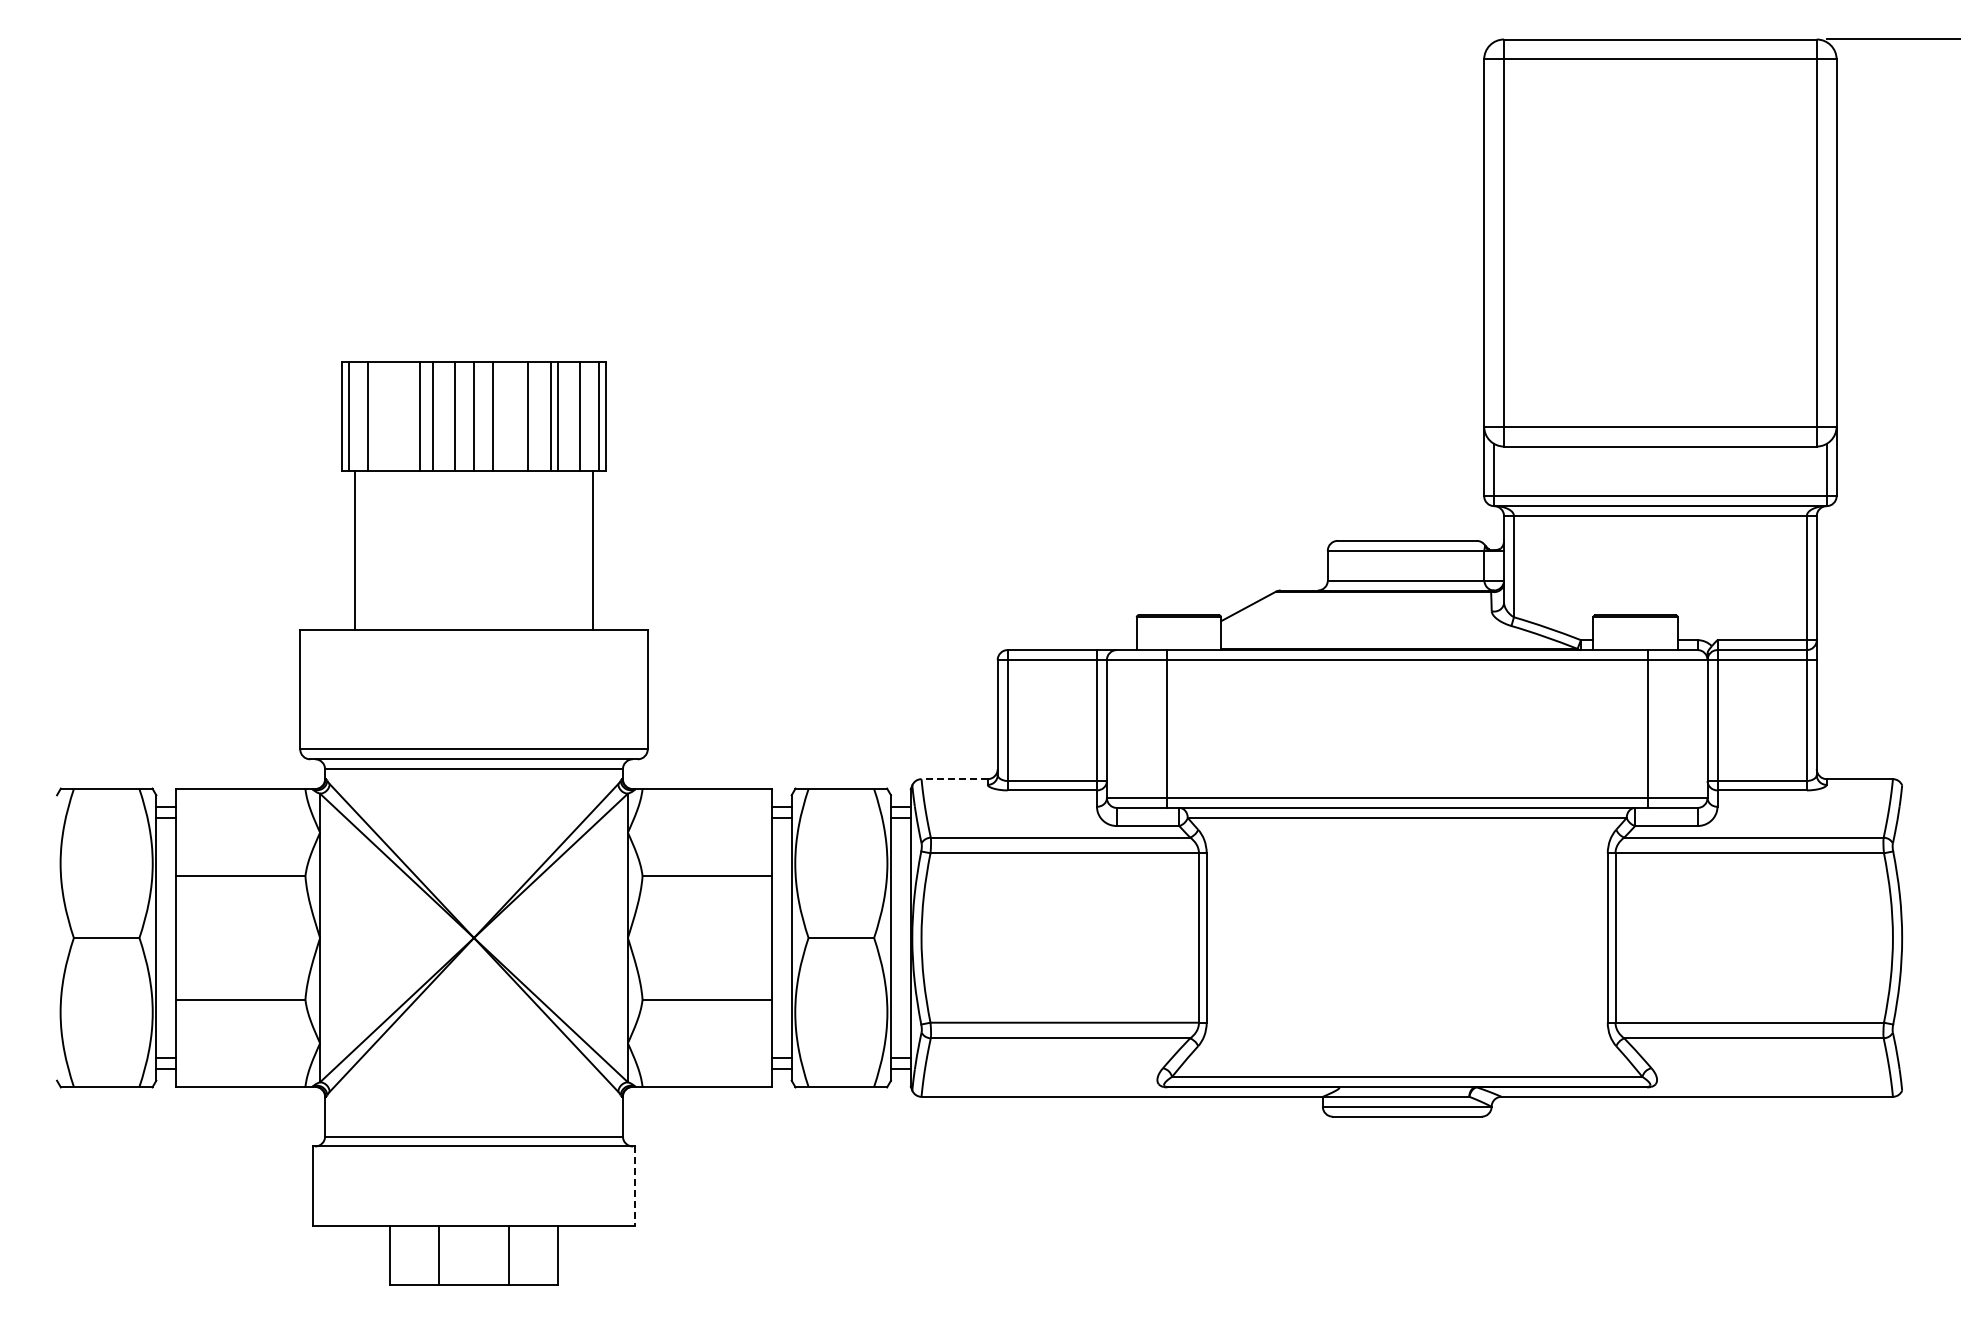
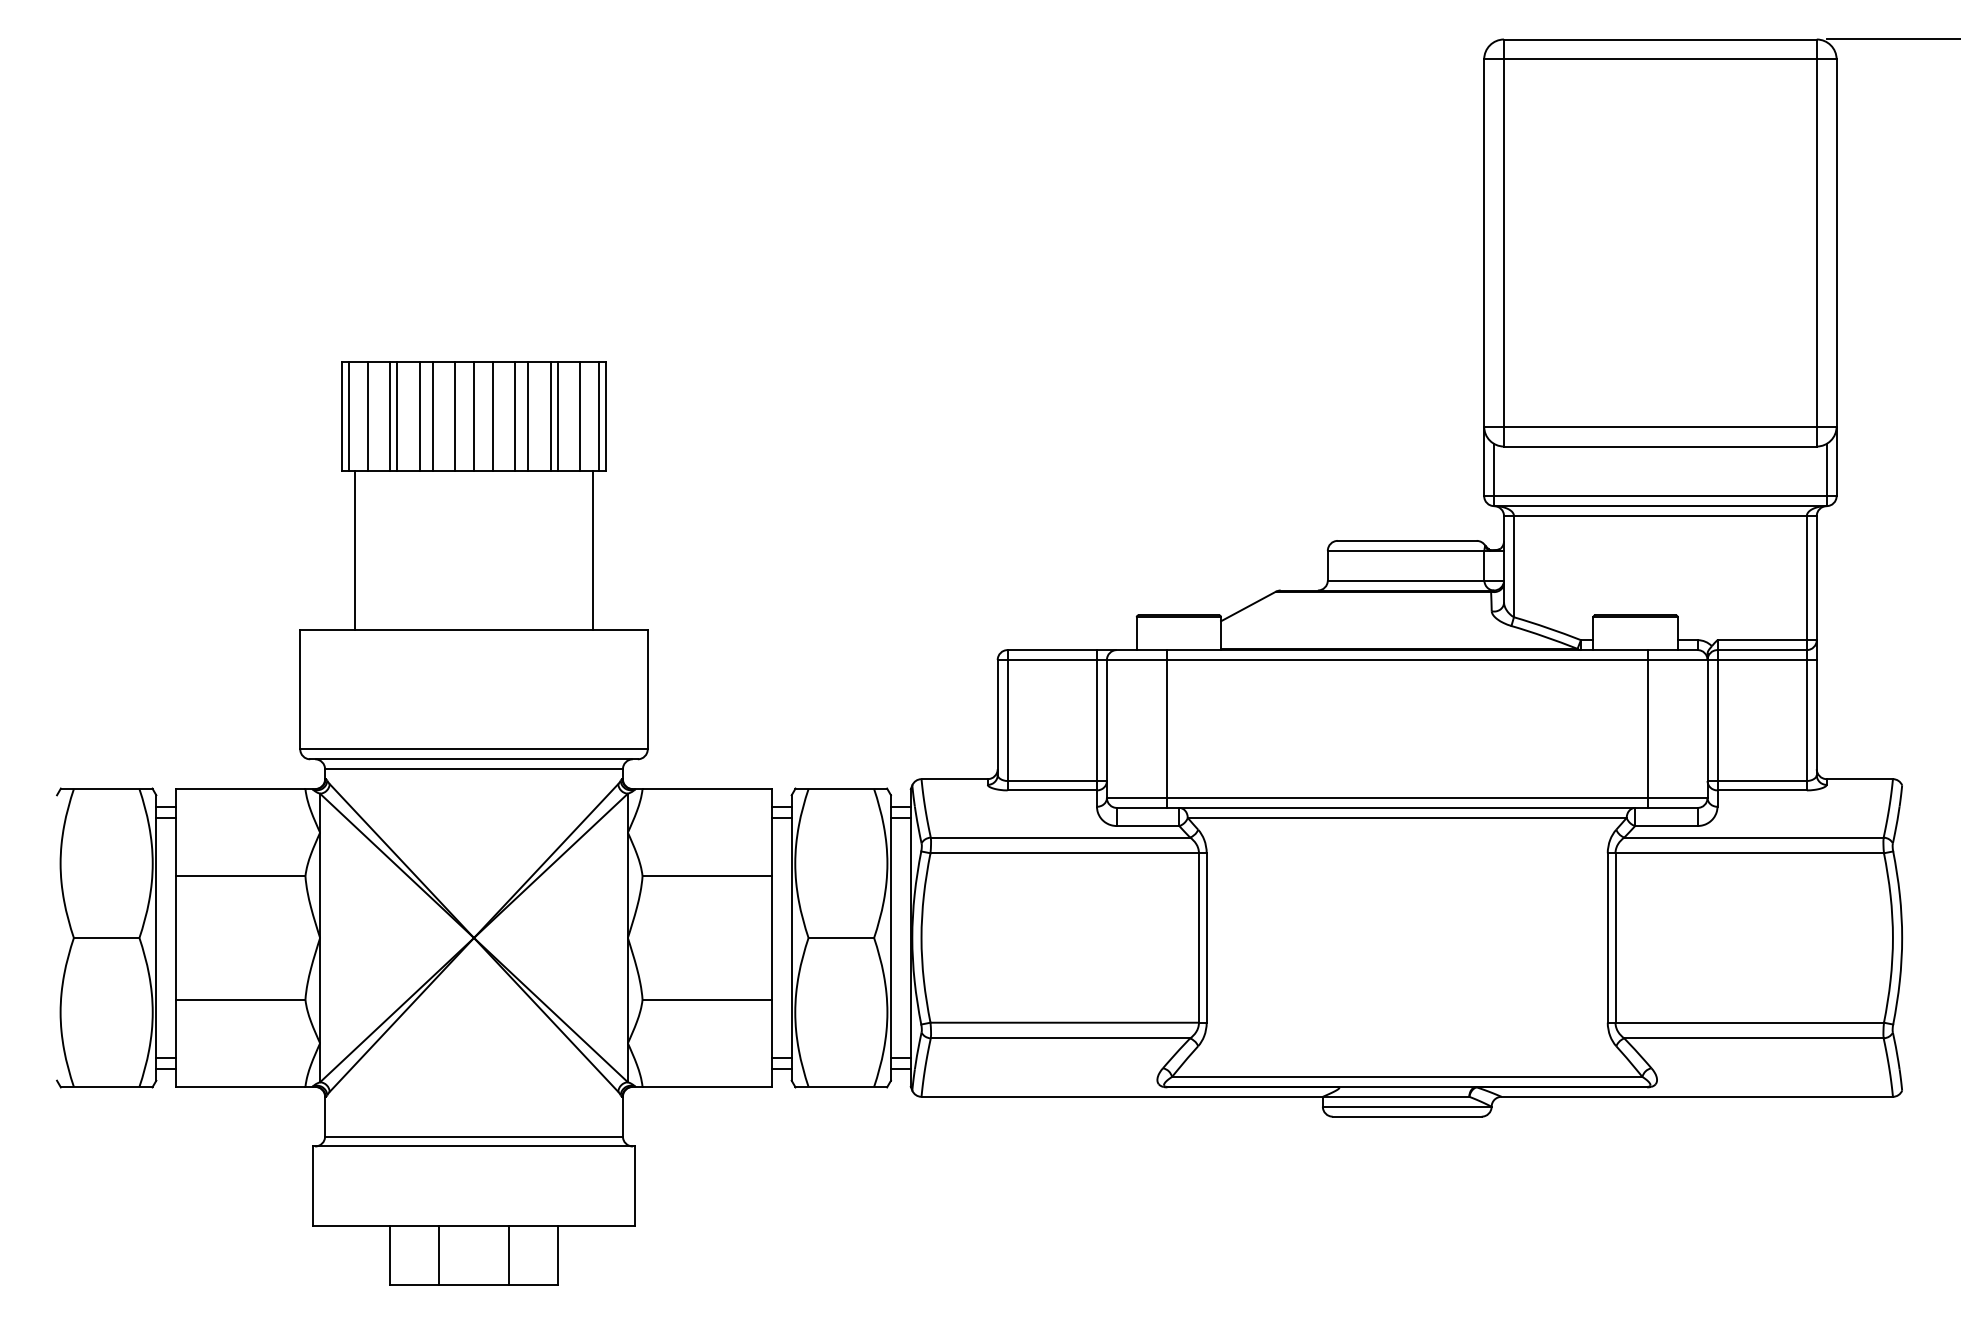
line at (389, 416): none -> present
line at (396, 416): none -> present
line at (514, 416): none -> present
line at (954, 779): dashed -> solid
line at (635, 1186): dashed -> solid
